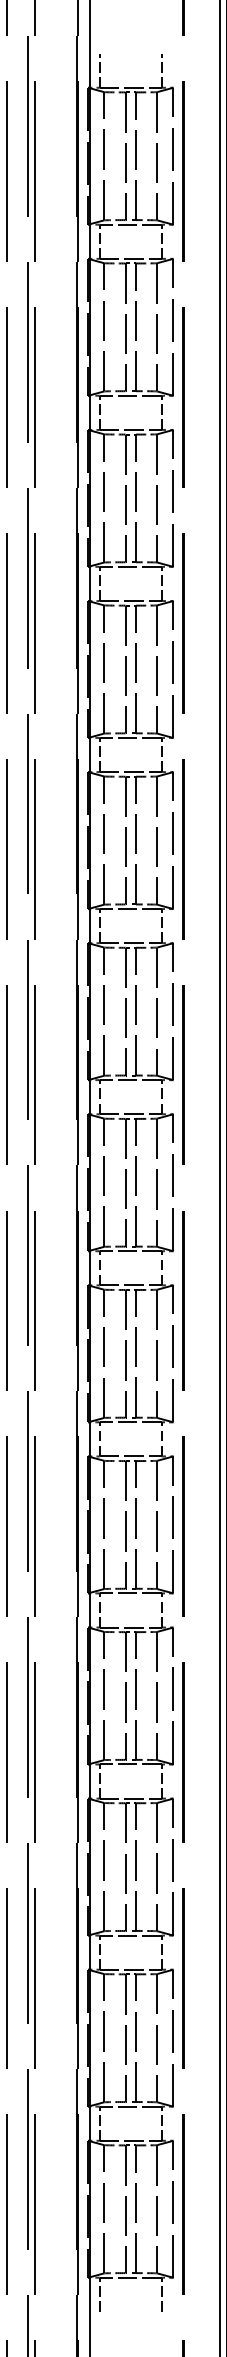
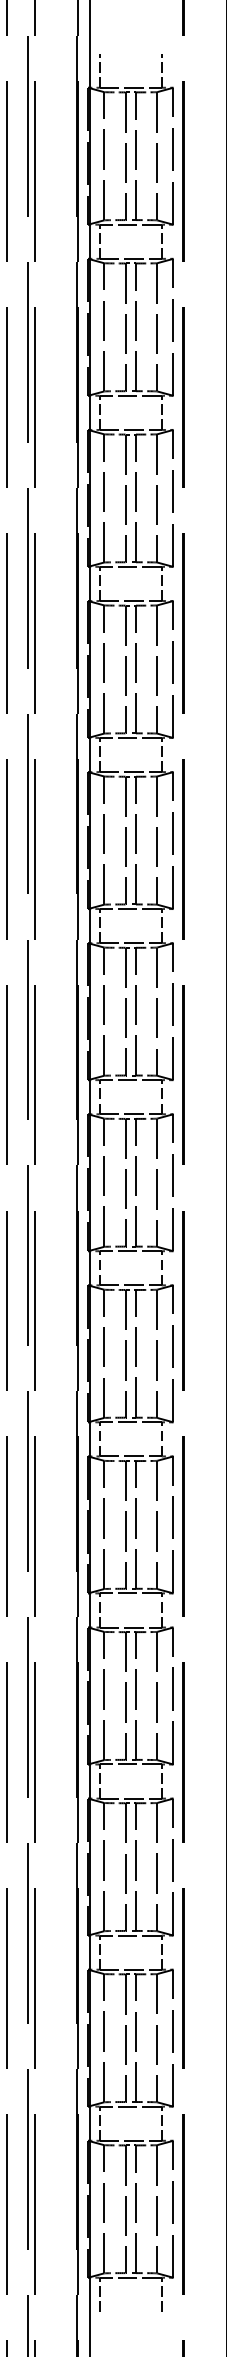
line at (220, 1177): present -> none
